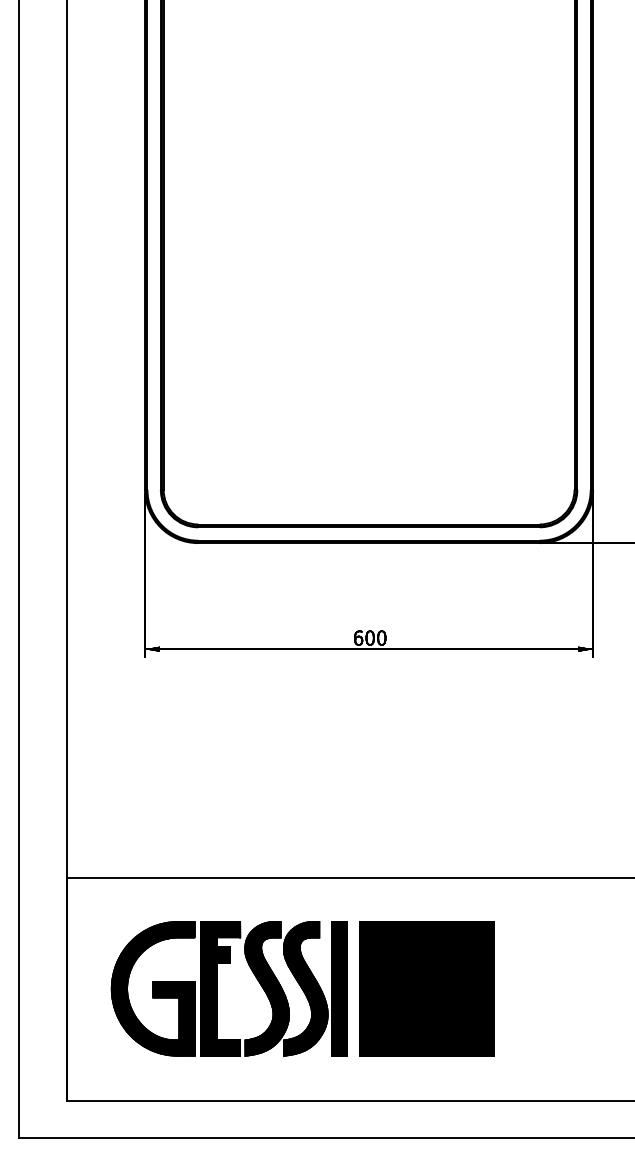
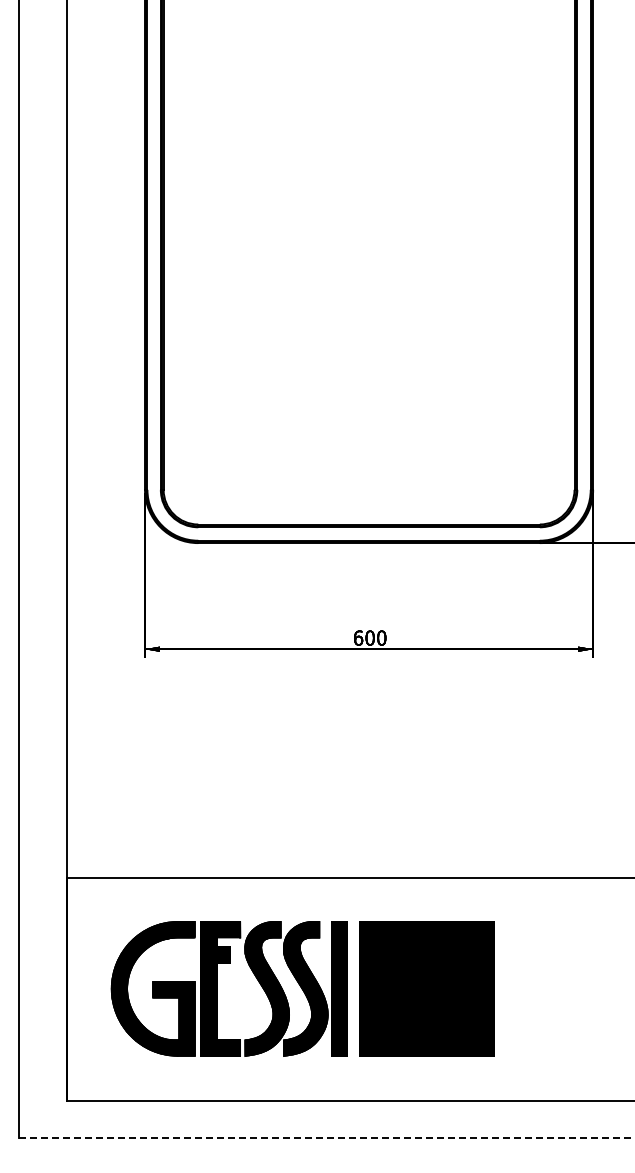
line at (326, 1137): solid -> dashed
